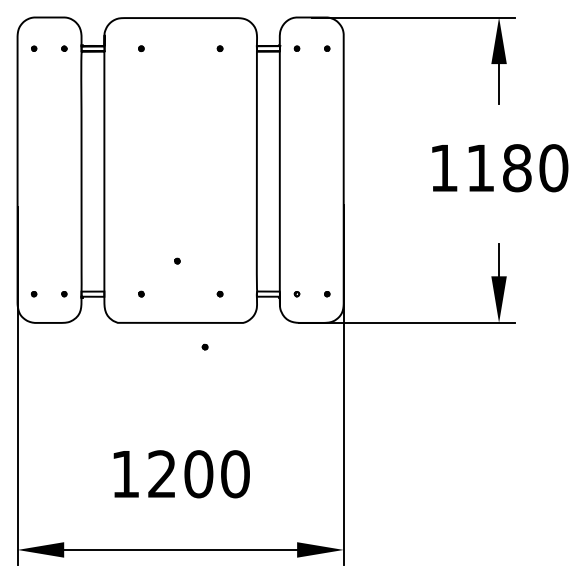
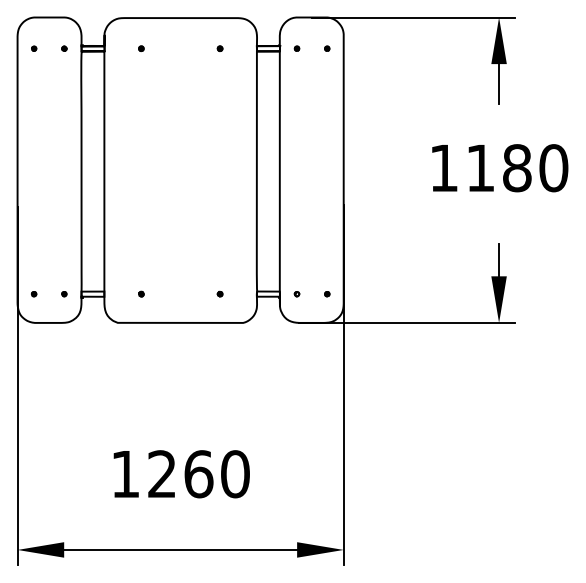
part at (177, 260): present -> none
part at (204, 346): present -> none
text at (198, 474): 1200 -> 1260
